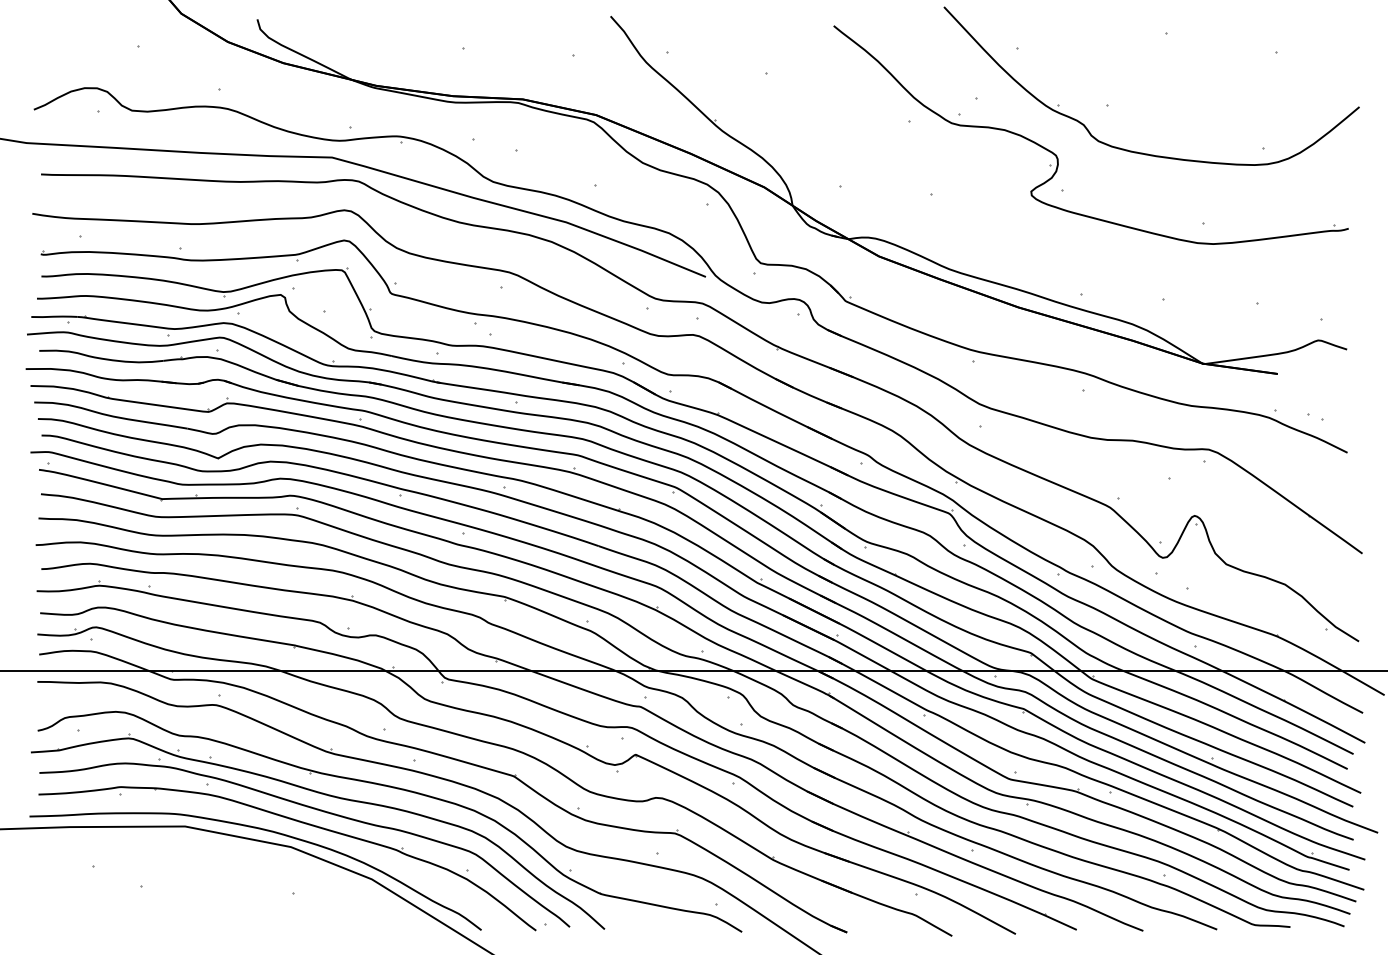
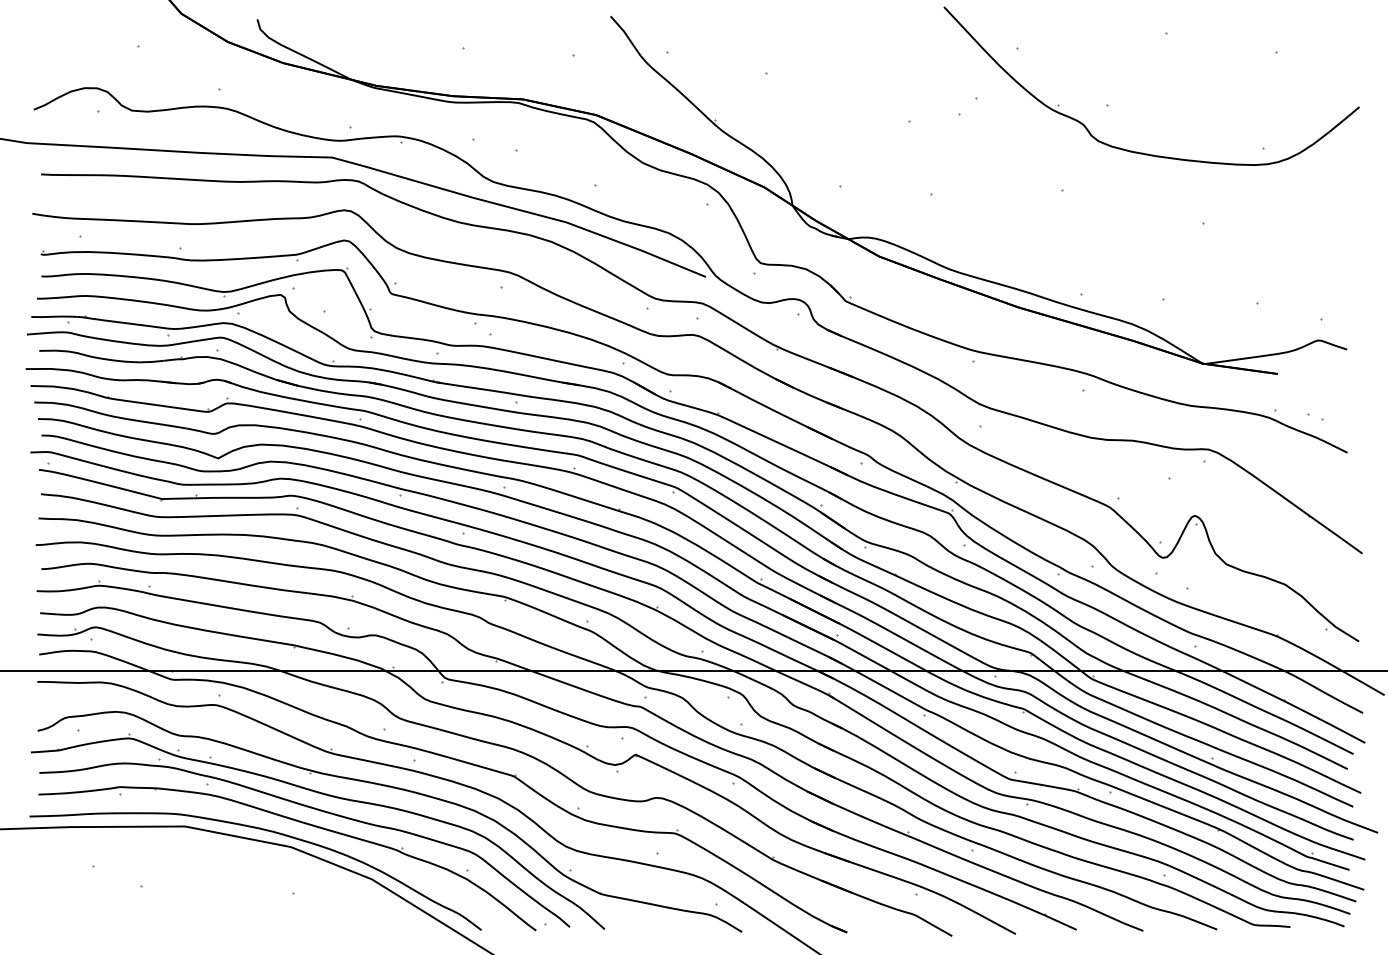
part at (1056, 154): present -> none
